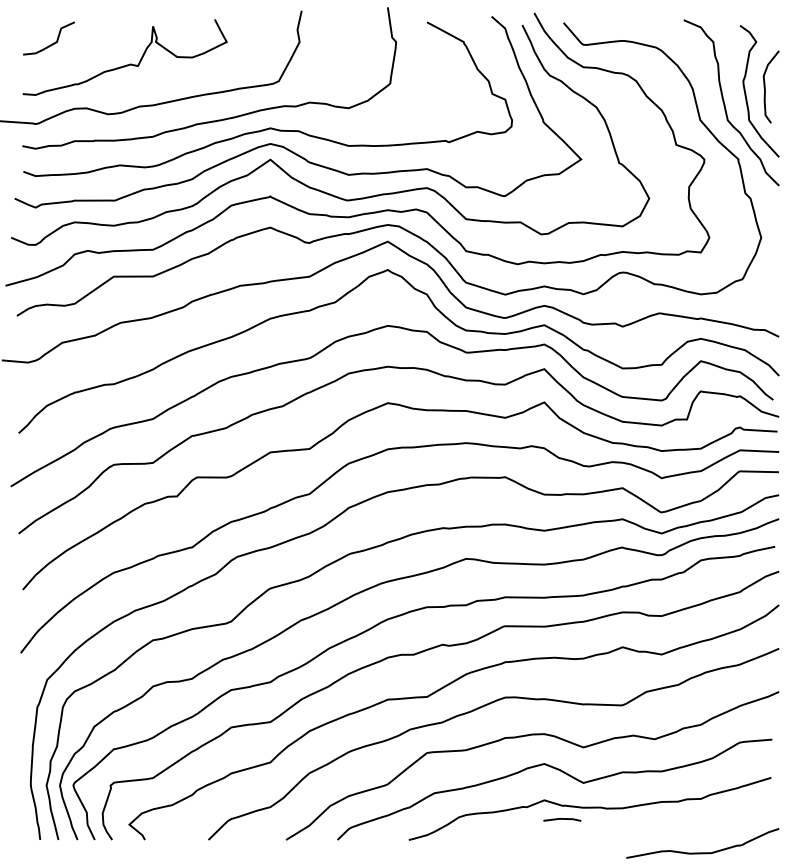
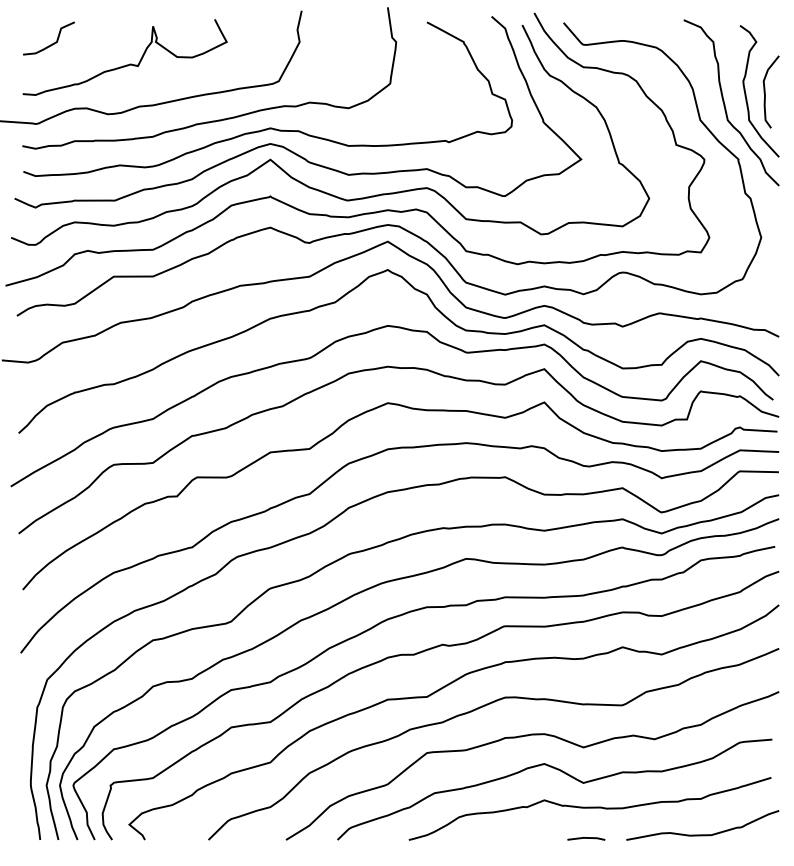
curve at (765, 86) position: (765, 86) -> (765, 91)
line at (562, 819) position: (562, 819) -> (586, 838)
curve at (702, 852) position: (702, 852) -> (702, 834)
